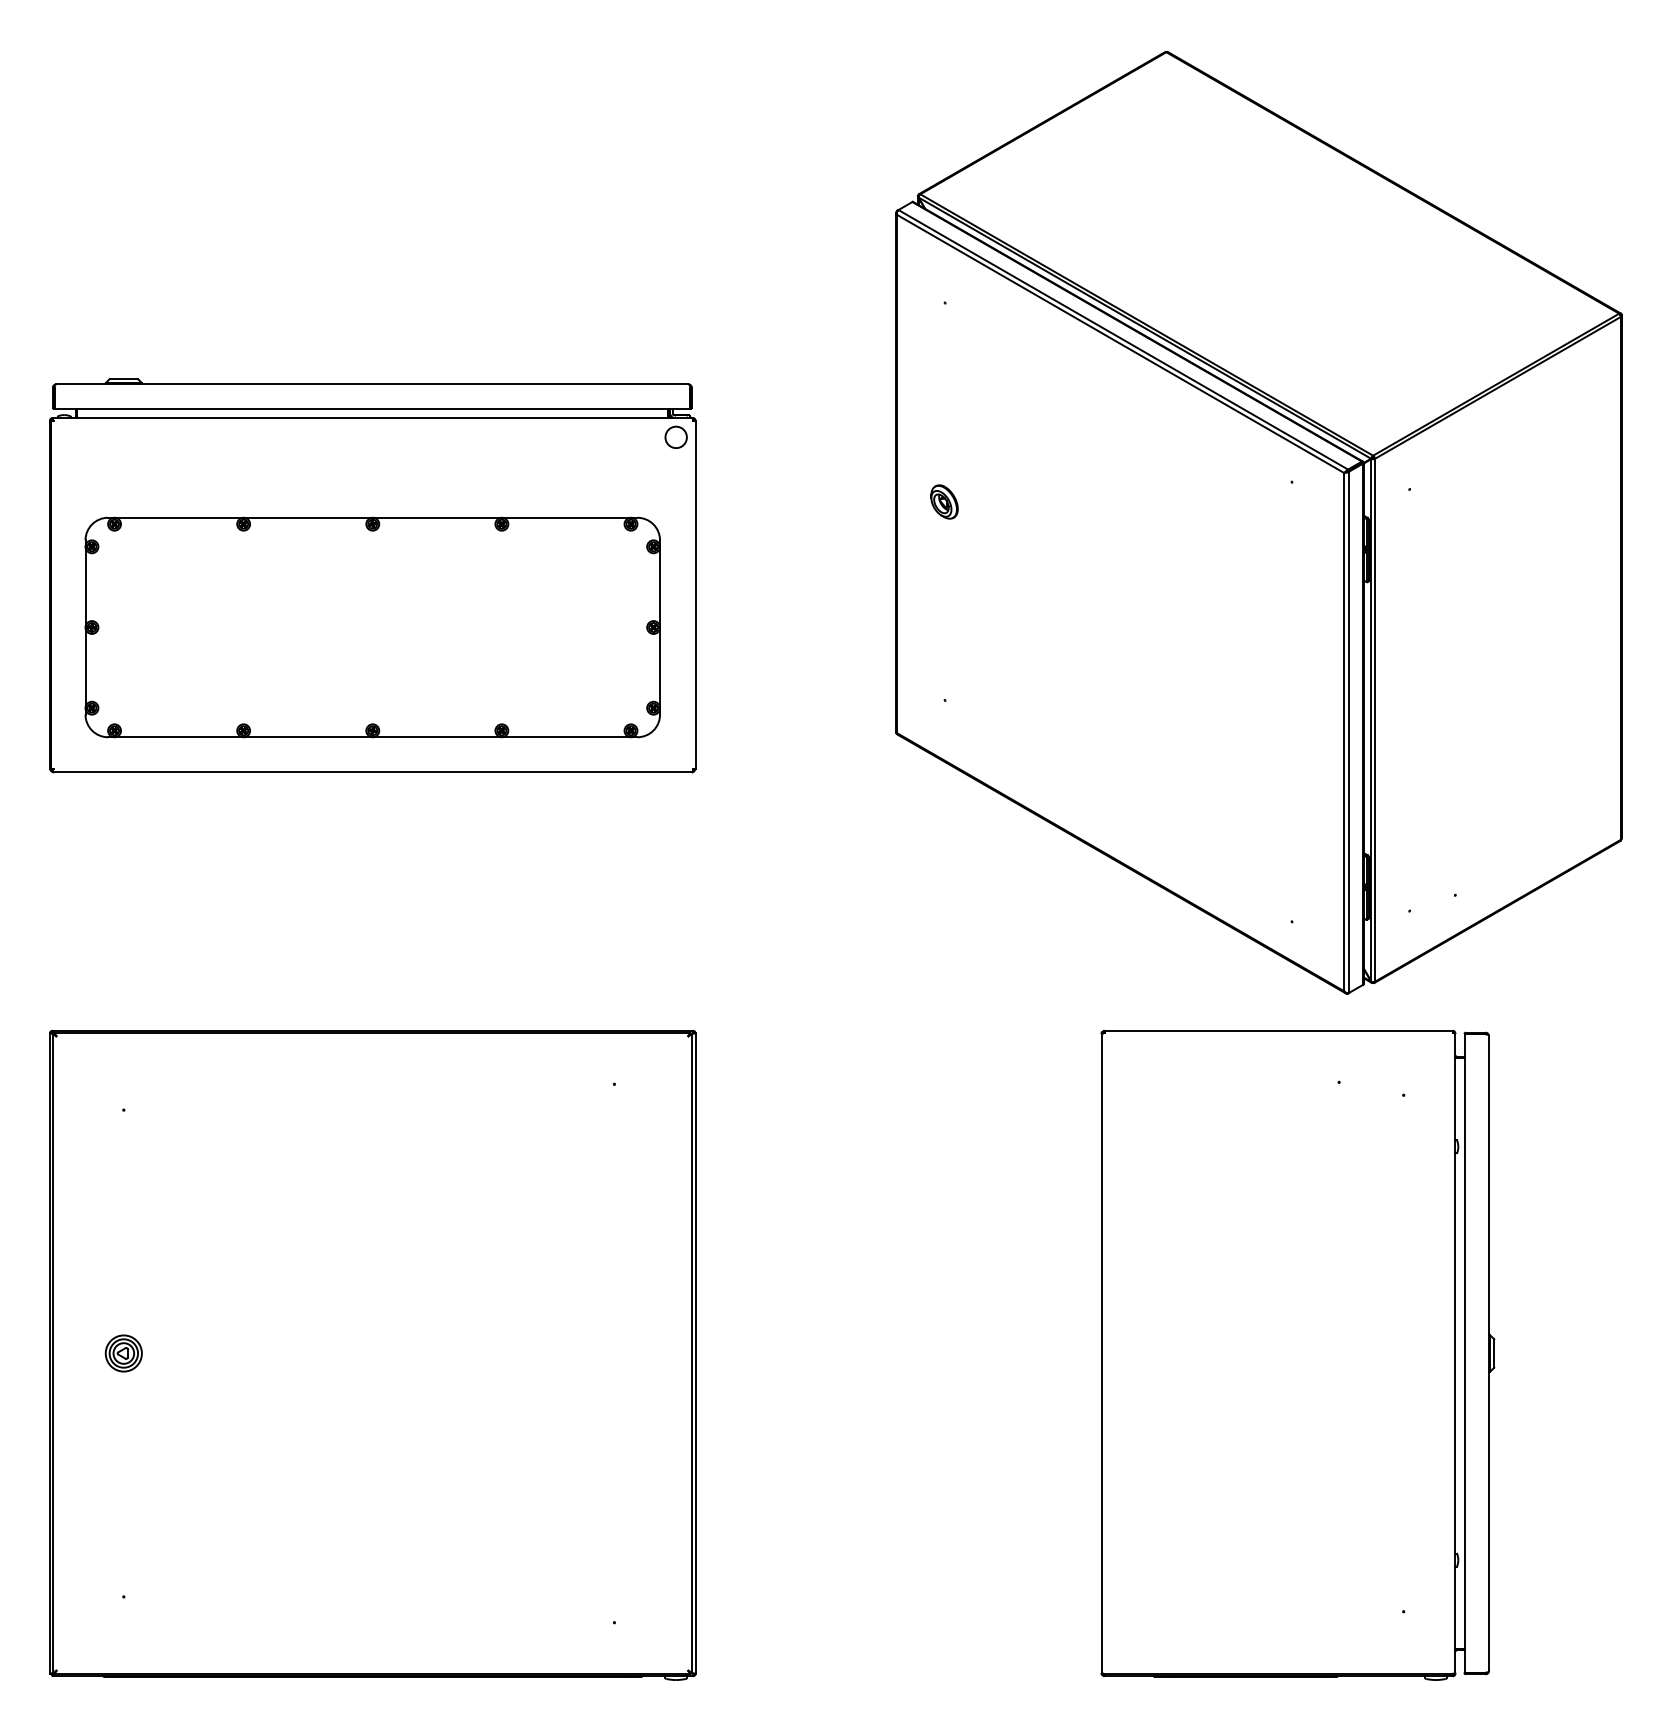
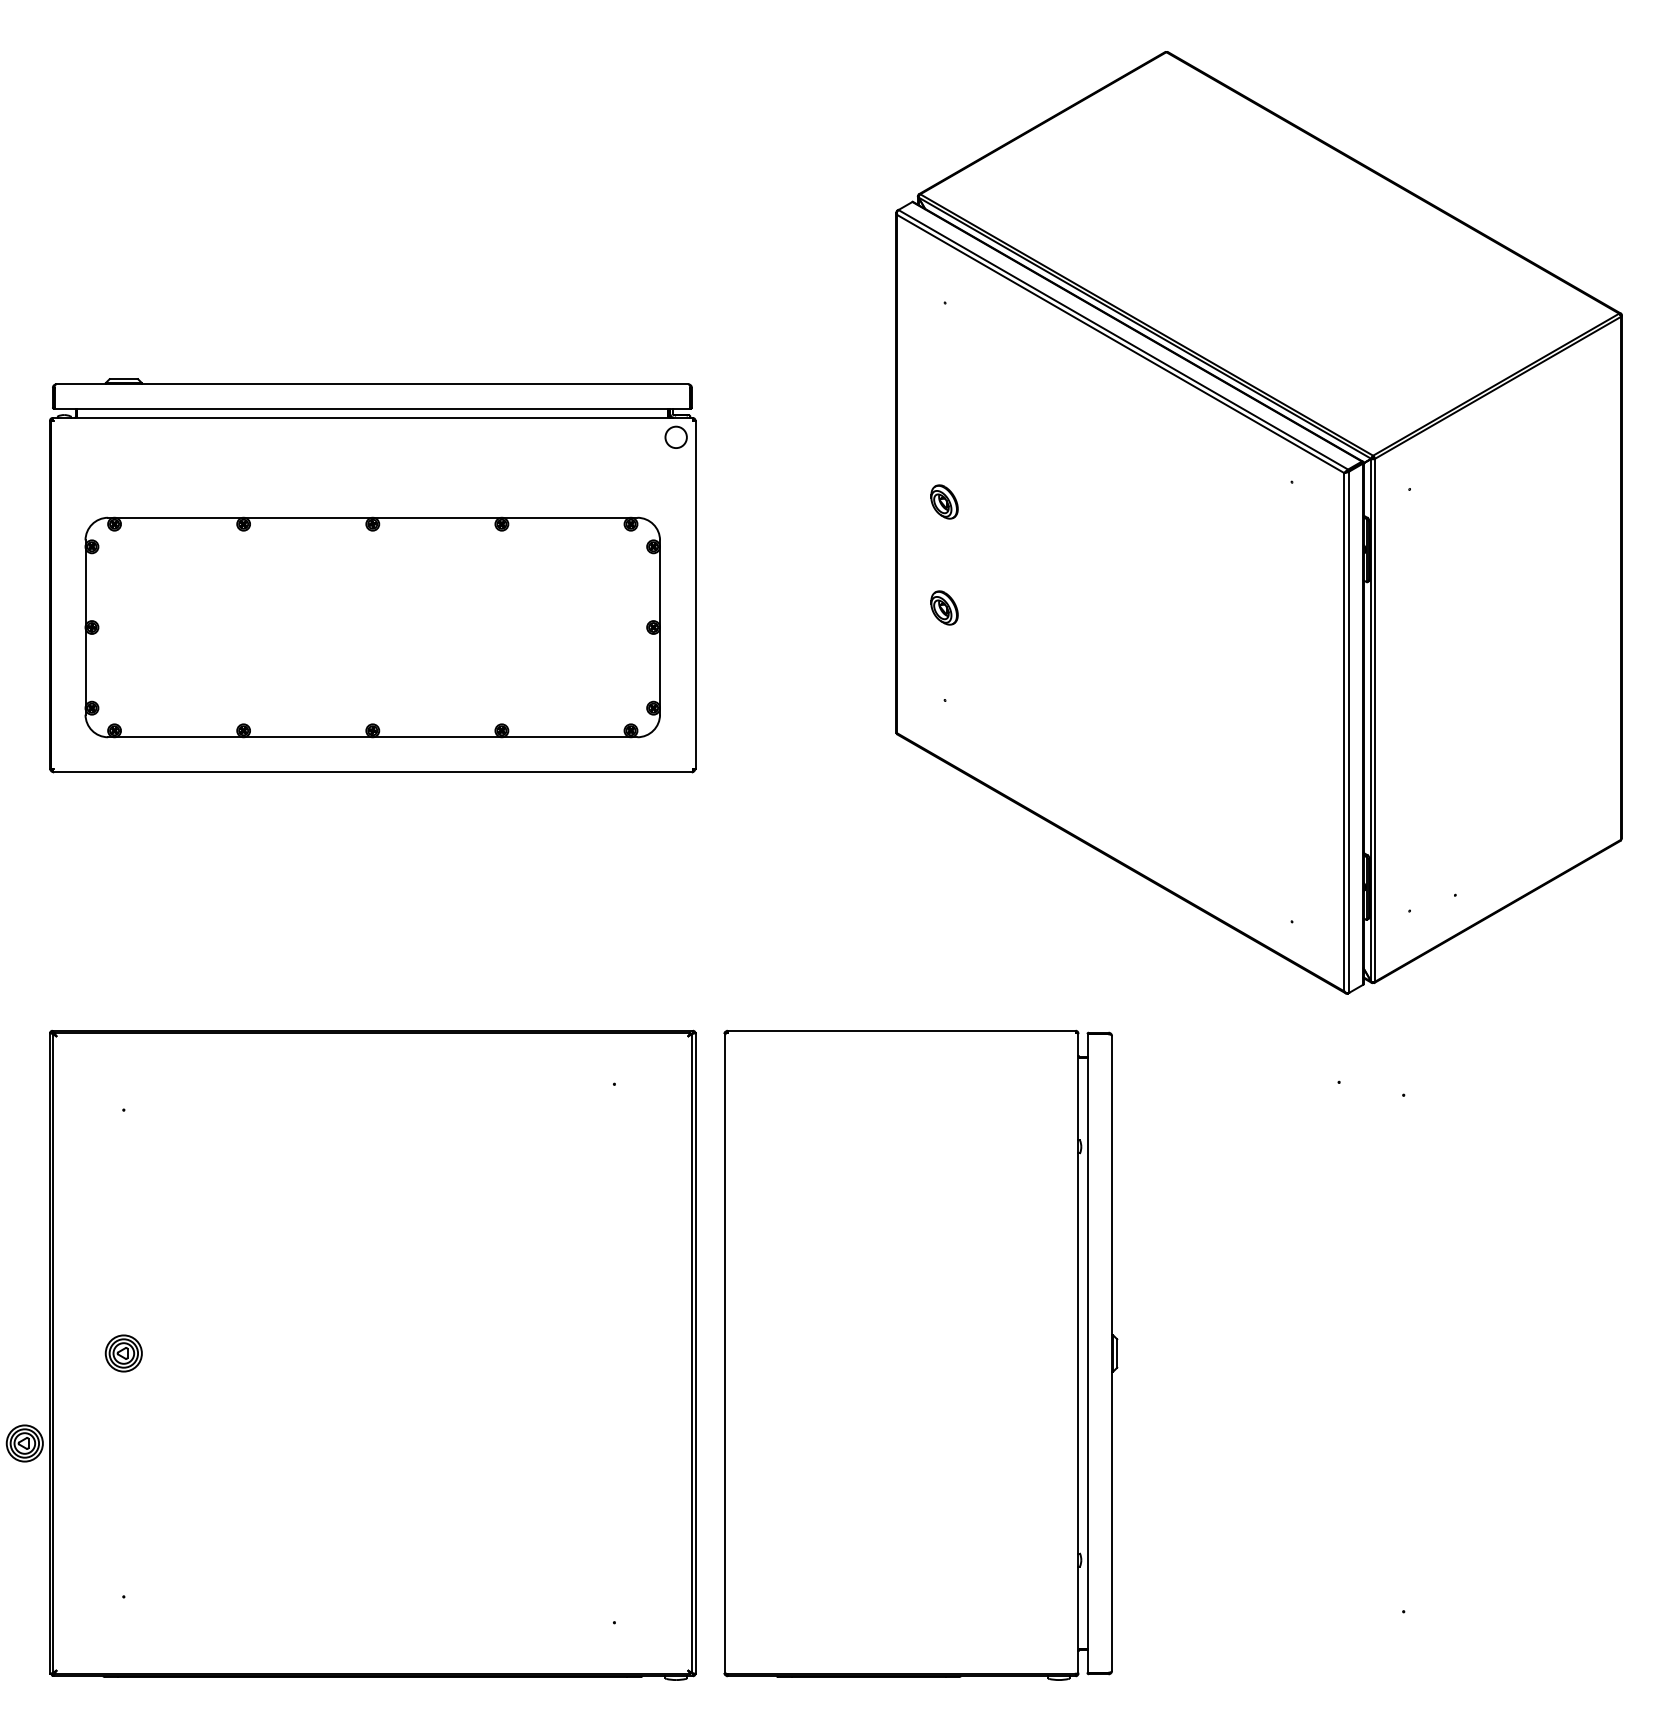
part at (944, 607): none -> present
part at (1297, 1354) position: (1297, 1354) -> (920, 1354)
part at (24, 1443): none -> present
